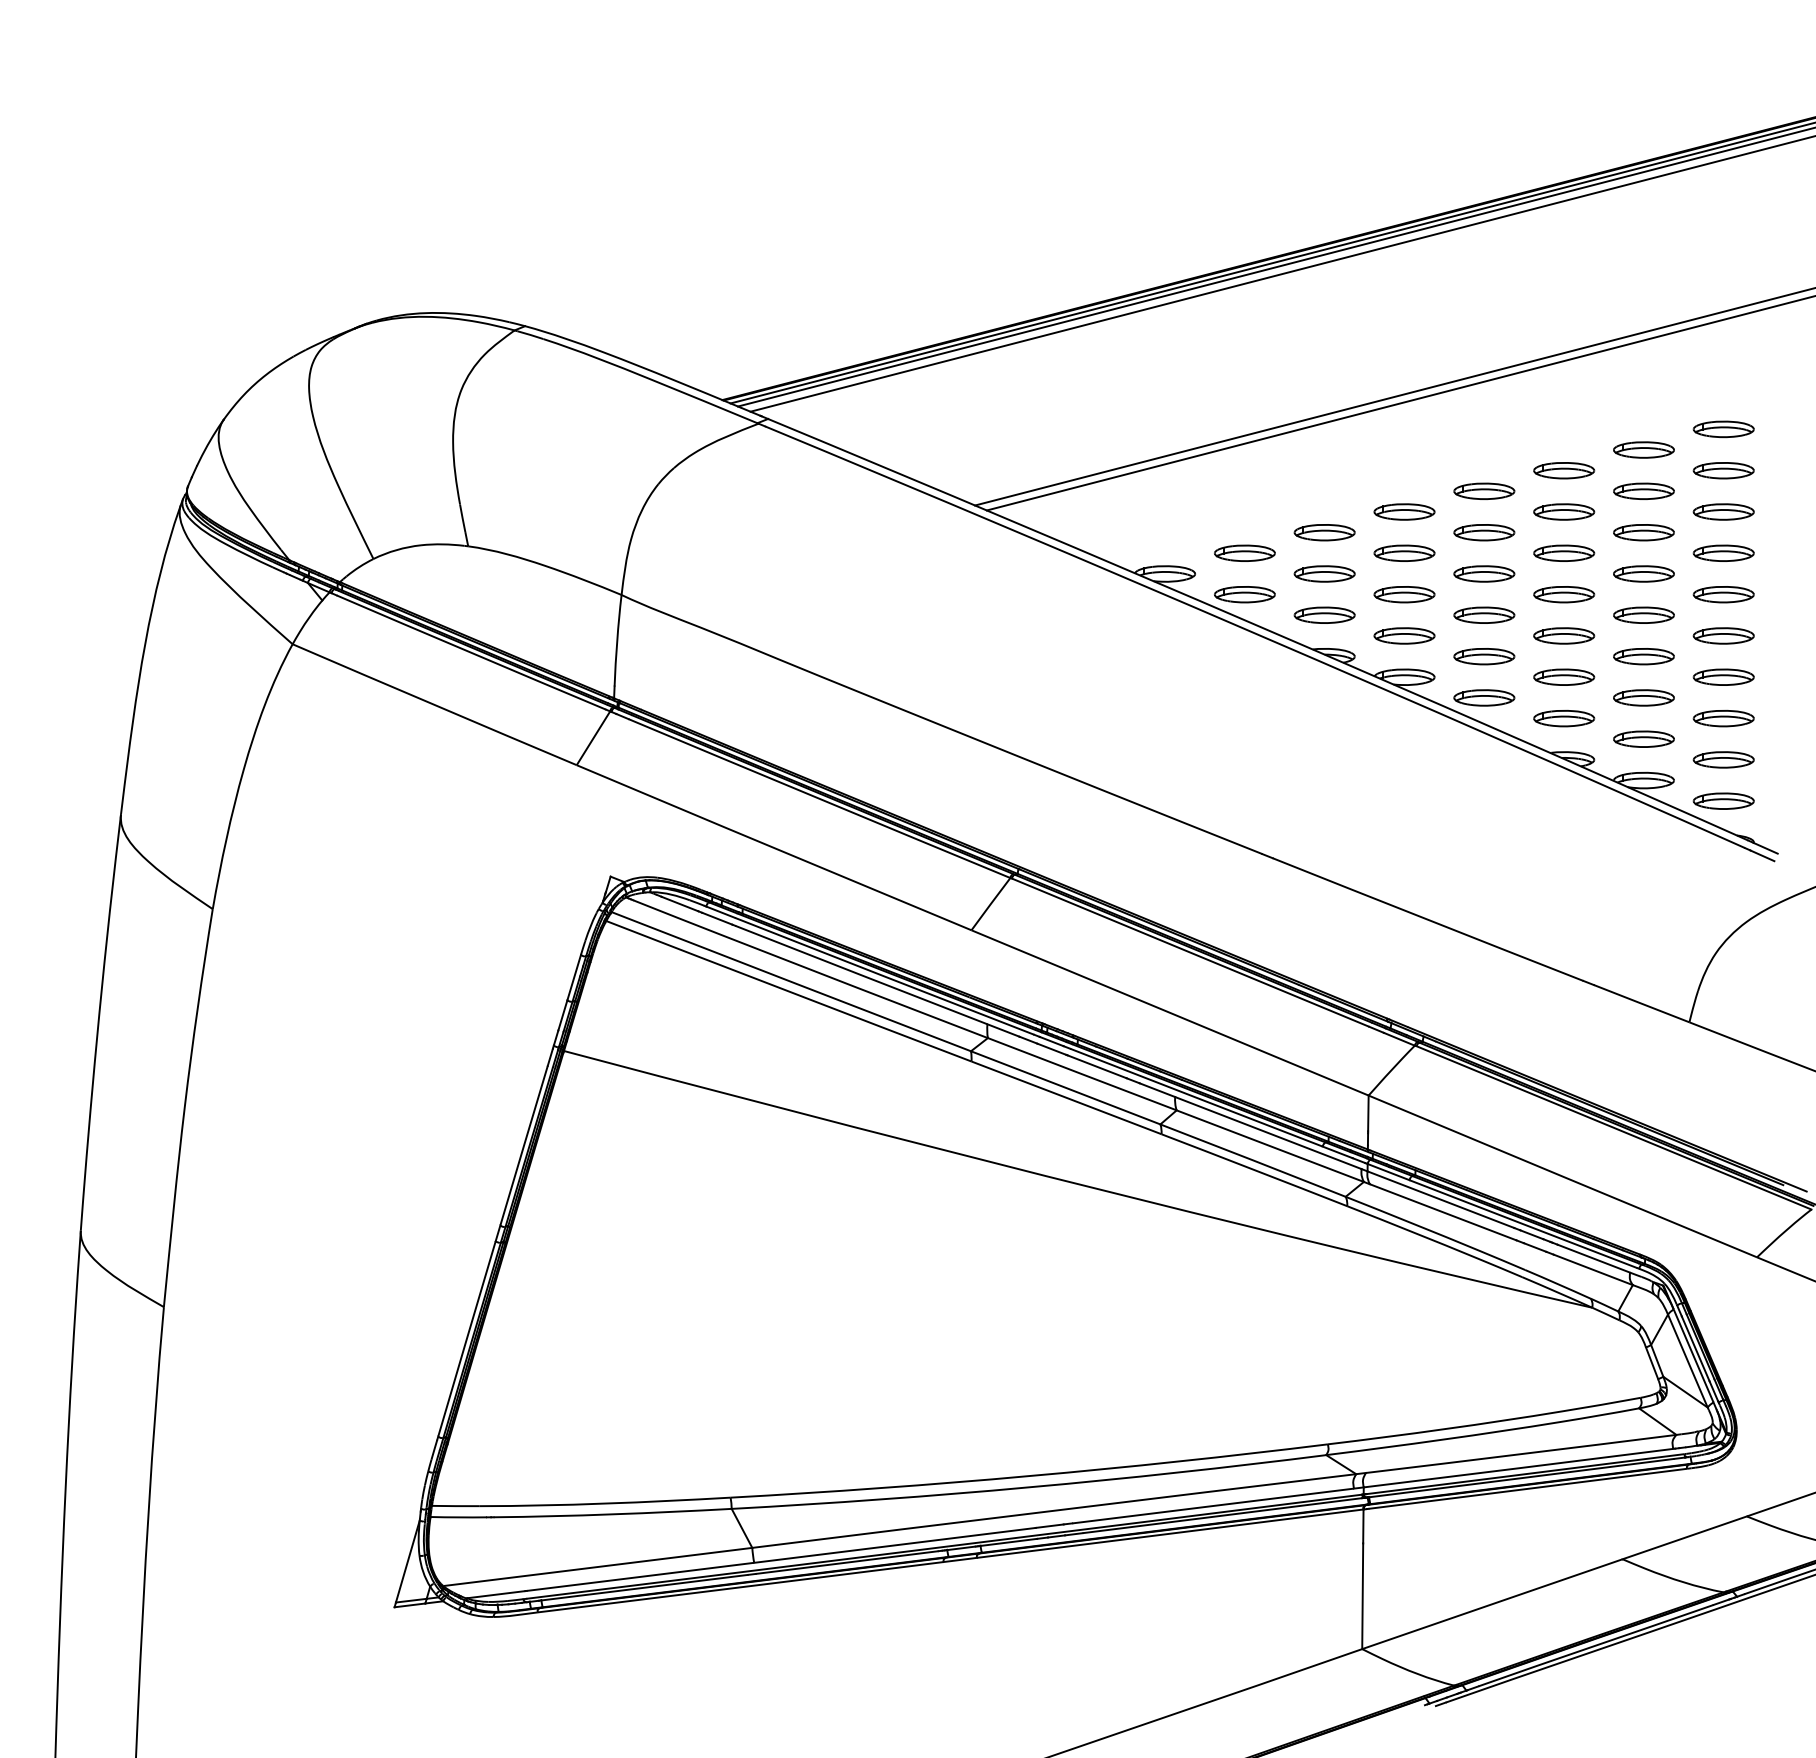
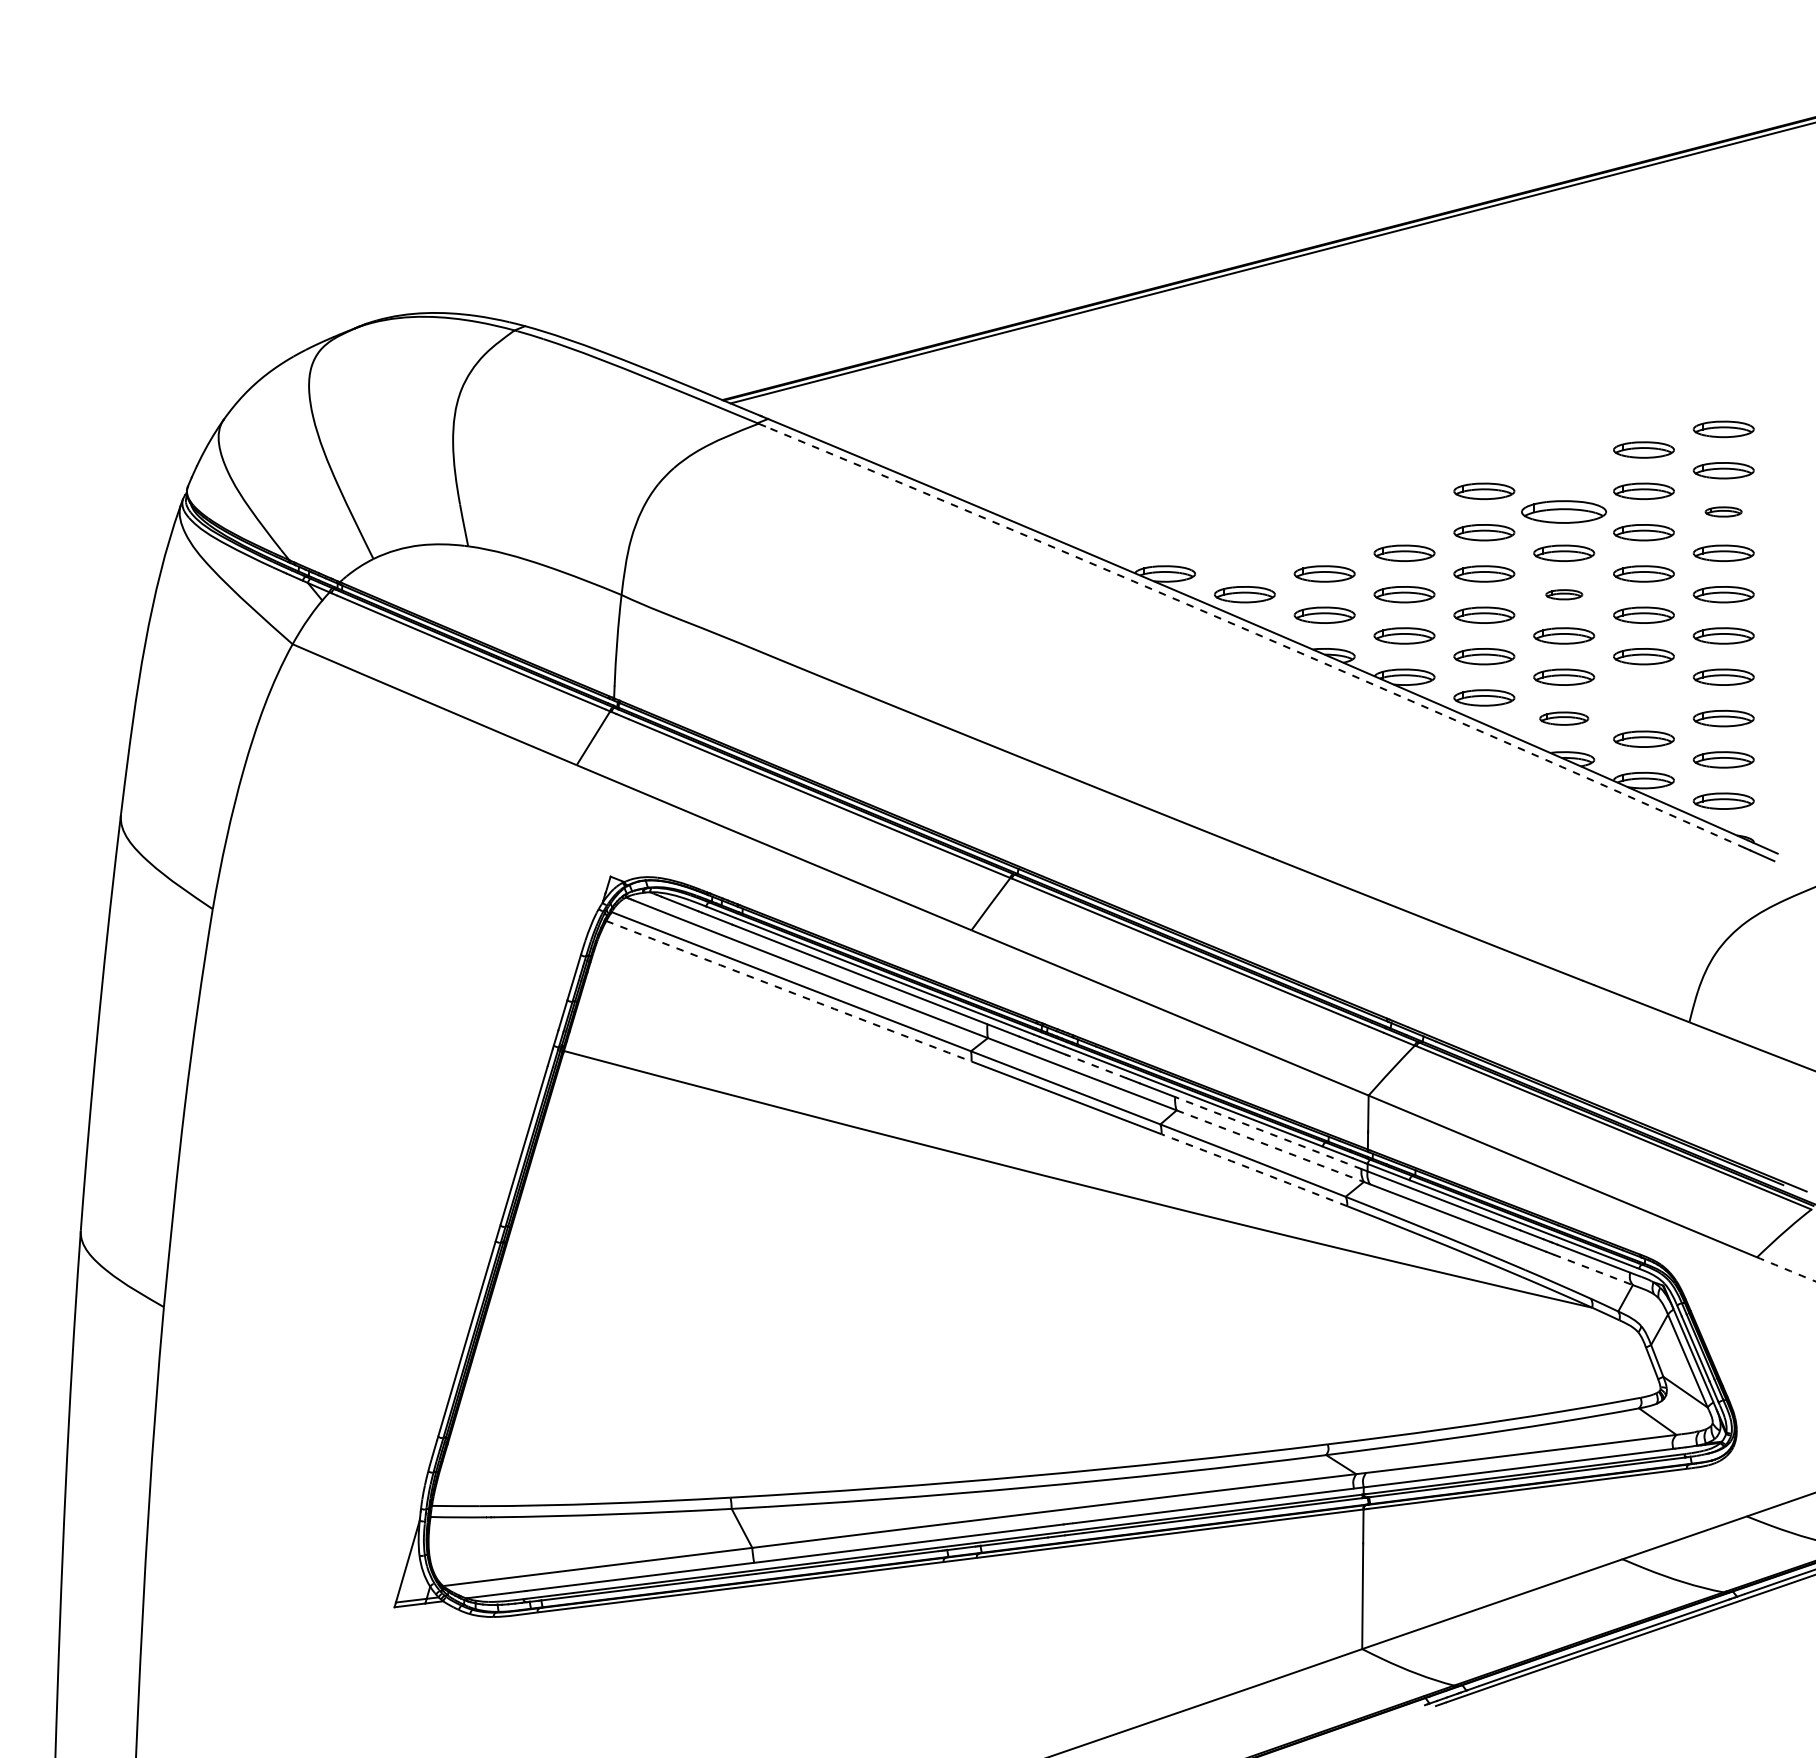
line at (1275, 267): present -> none
line at (1281, 273): present -> none
line at (1393, 396): present -> none
line at (1399, 403): present -> none
part at (1564, 470): present -> none
part at (1404, 511): present -> none
part at (1564, 511) size: 63x18 px -> 86x24 px
part at (1723, 511) size: 63x18 px -> 39x12 px
part at (1324, 532): present -> none
part at (1244, 552): present -> none
part at (1564, 594) size: 63x18 px -> 39x12 px
arc at (1256, 634): solid -> dashed
part at (1643, 697): present -> none
part at (1564, 718) size: 63x18 px -> 51x15 px
arc at (788, 991): solid -> dashed
line at (1097, 1066): solid -> dashed
line at (1268, 1133): solid -> dashed
line at (1270, 1146): solid -> dashed
arc at (1254, 1170): solid -> dashed
arc at (1786, 1269): solid -> dashed
line at (1593, 1270): solid -> dashed
